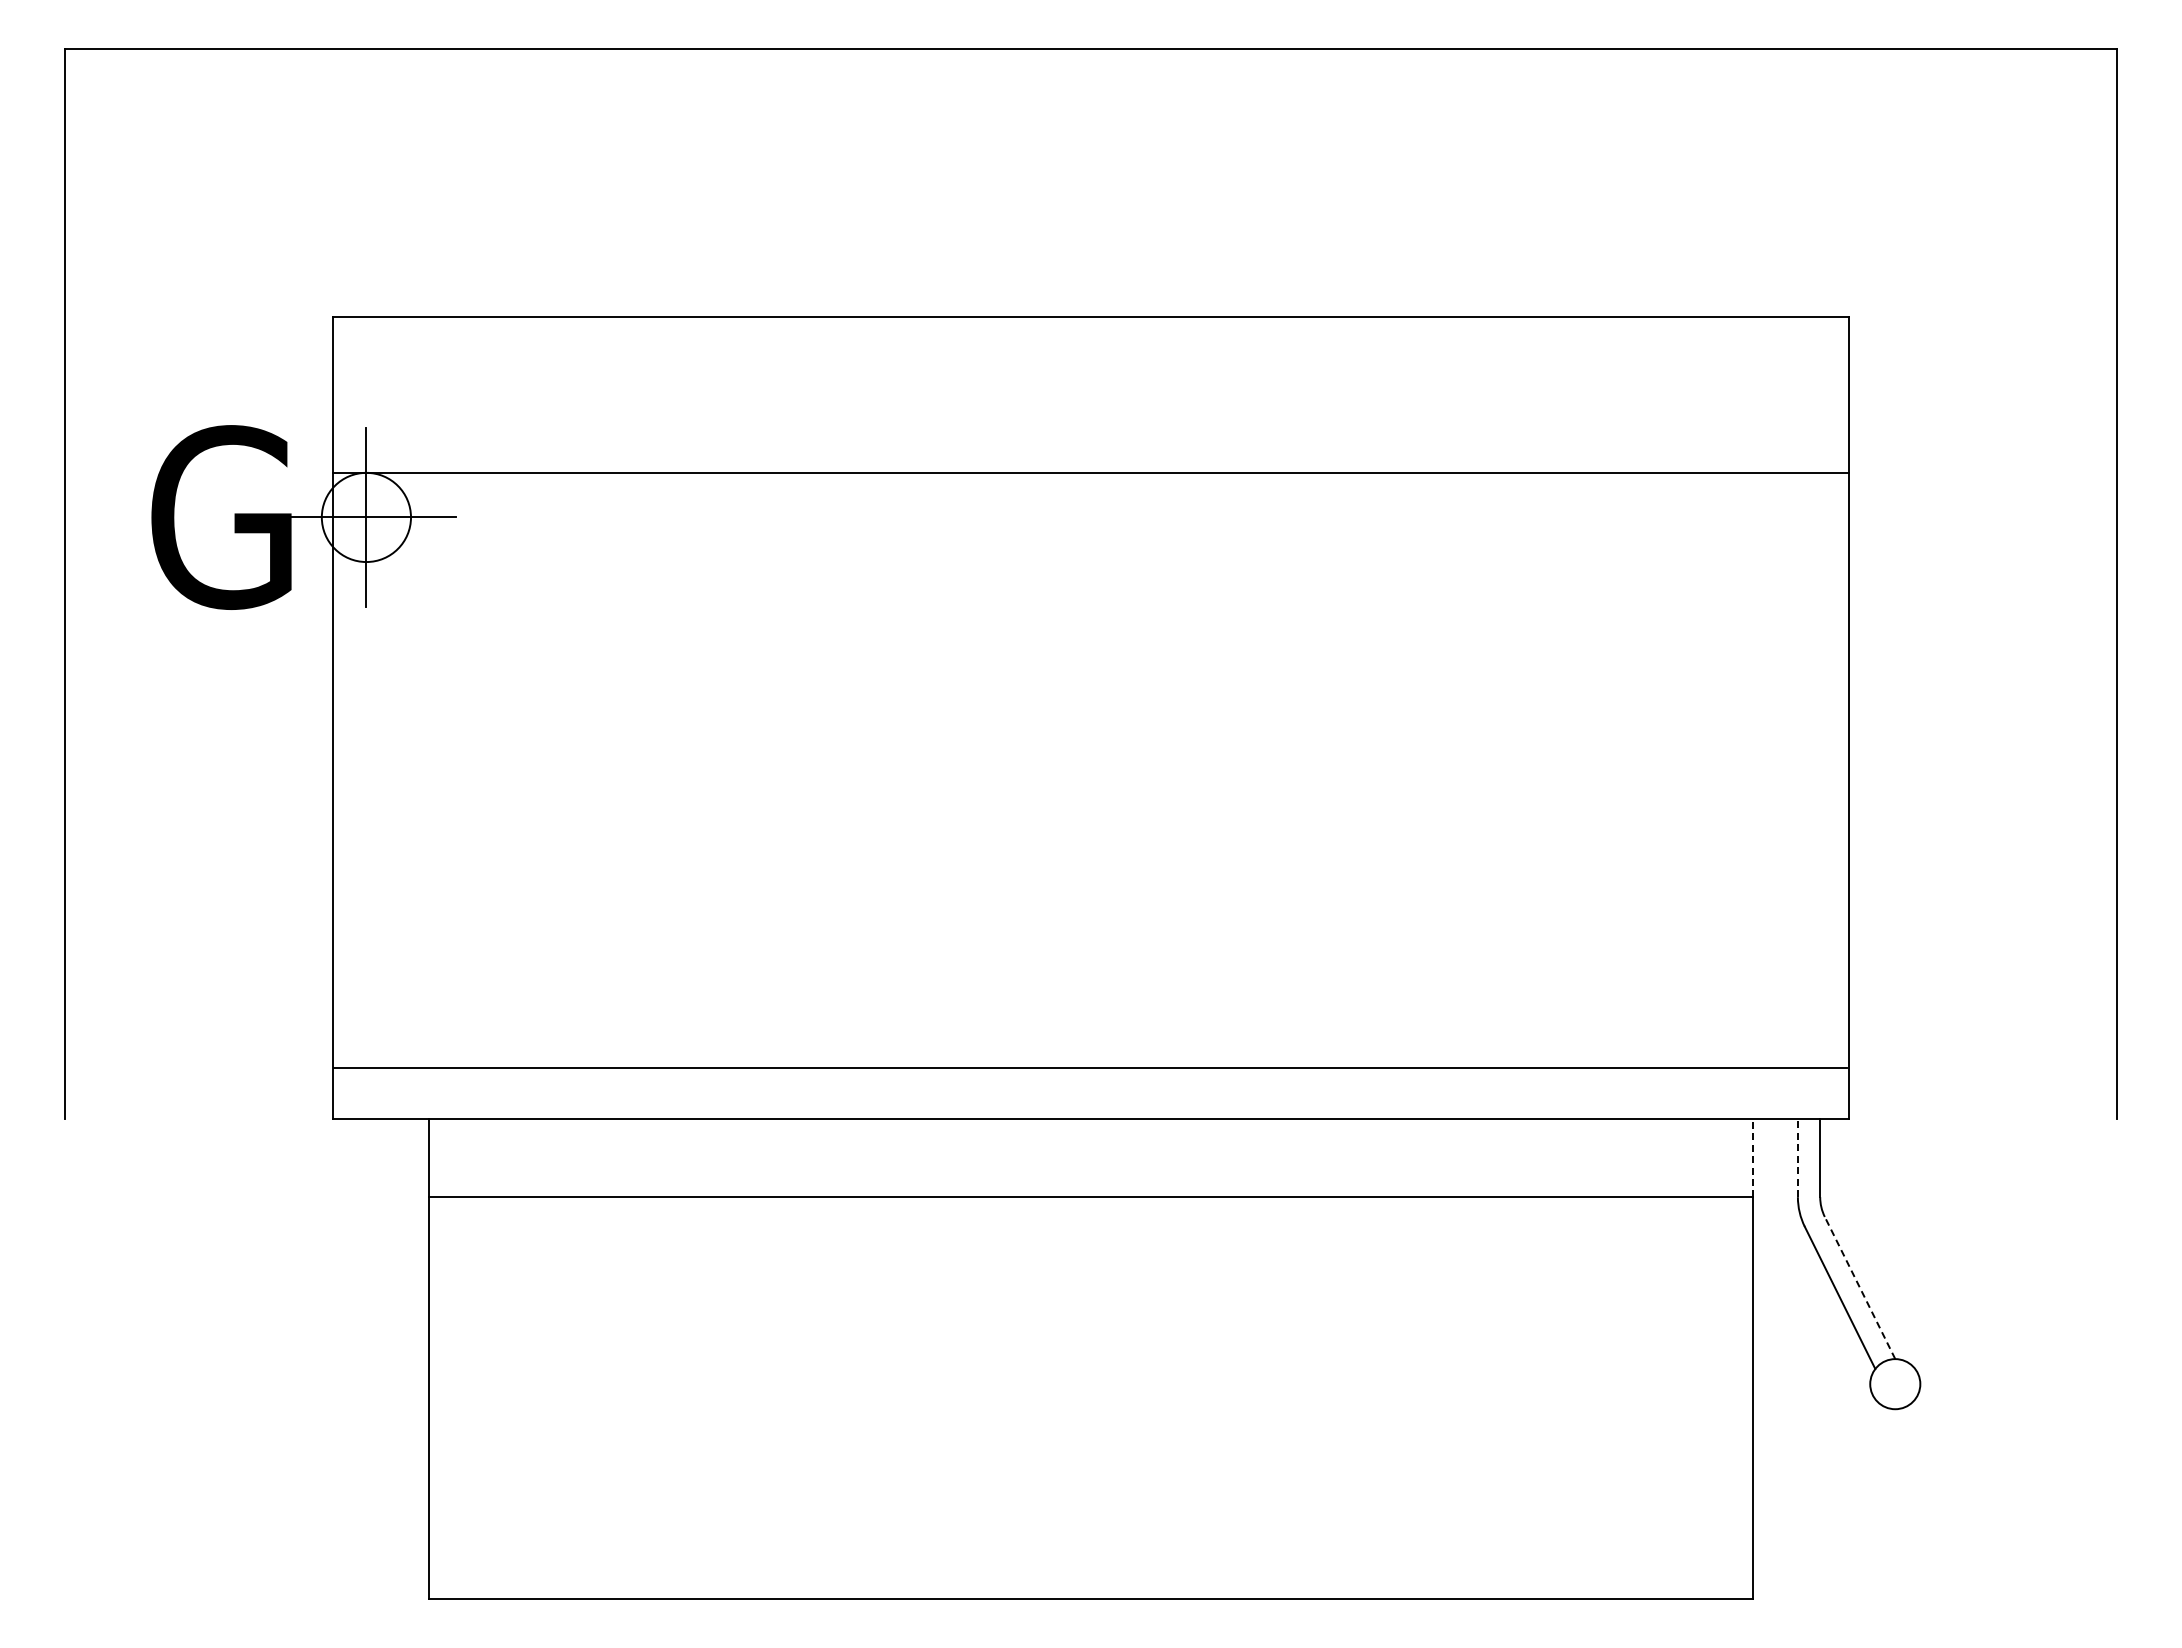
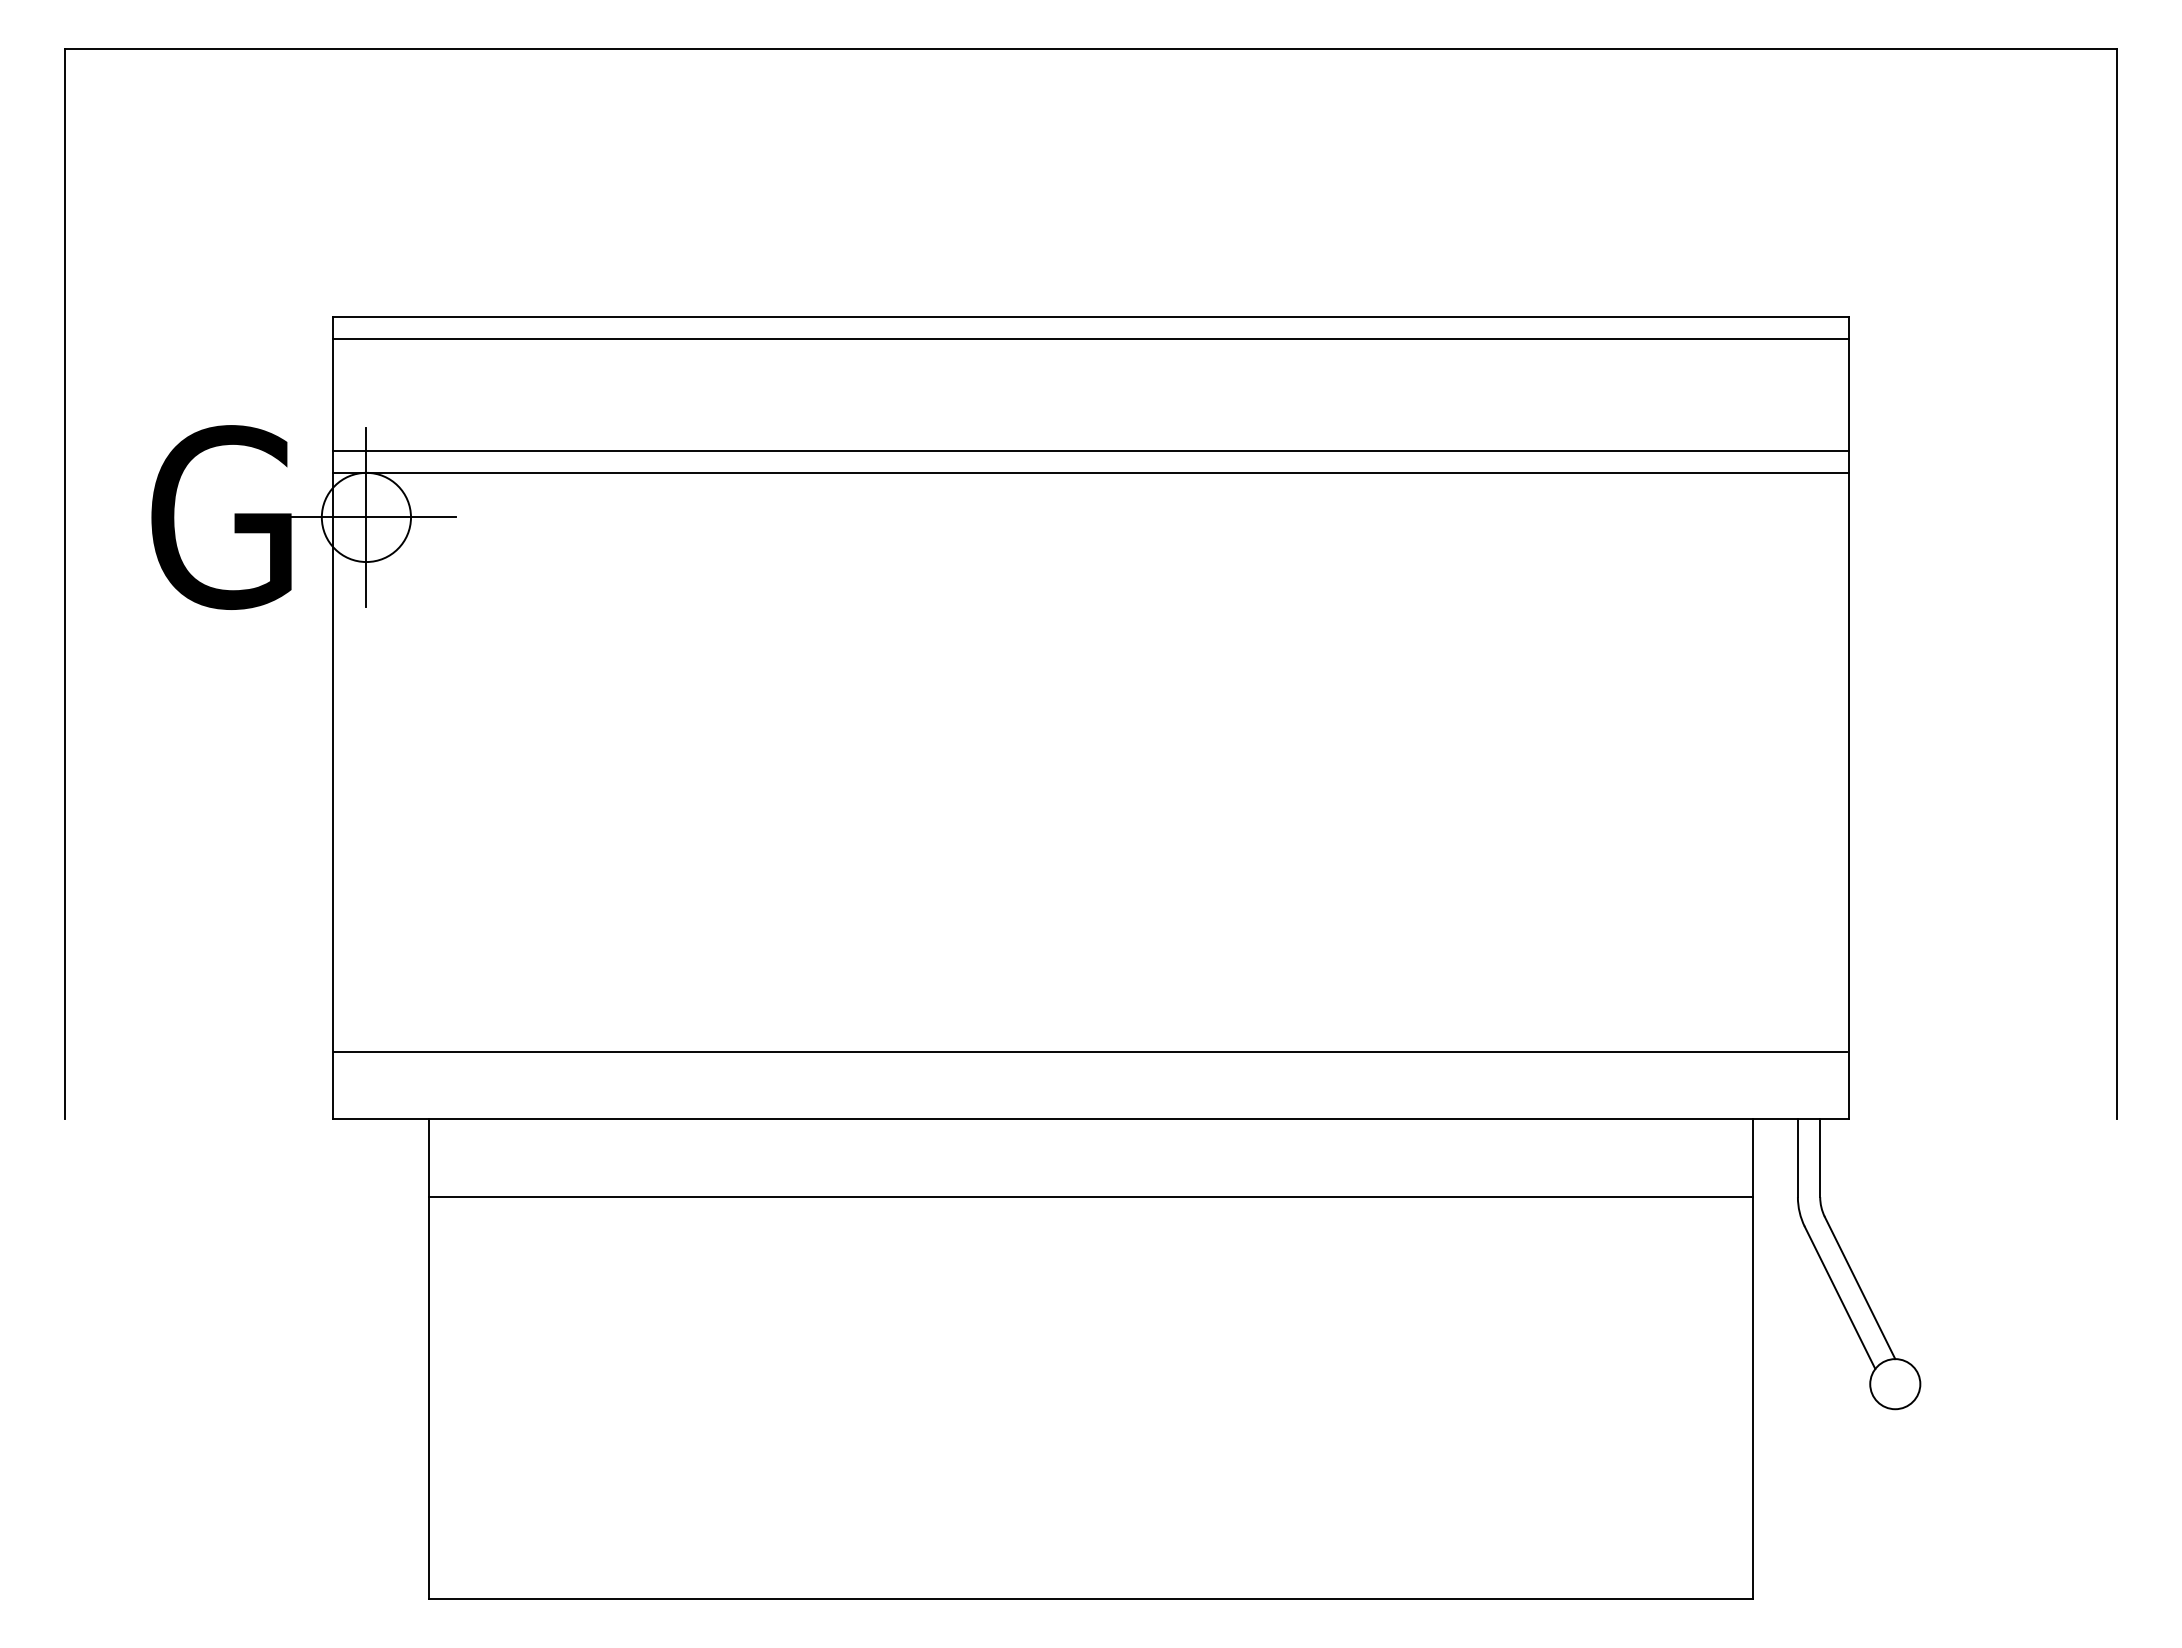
line at (1090, 339): none -> present
line at (1090, 450): none -> present
line at (1090, 1068) position: (1090, 1068) -> (1090, 1052)
line at (1753, 1157): dashed -> solid
line at (1797, 1158): dashed -> solid
line at (1859, 1287): dashed -> solid
